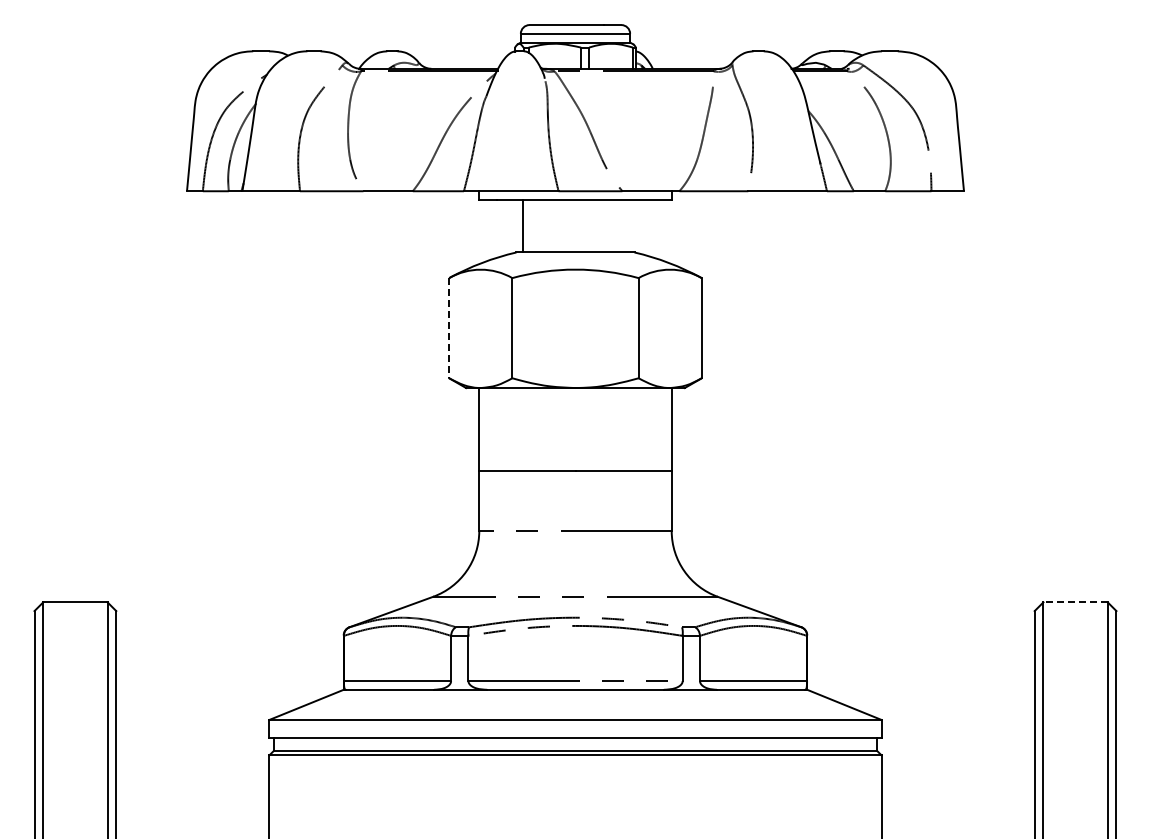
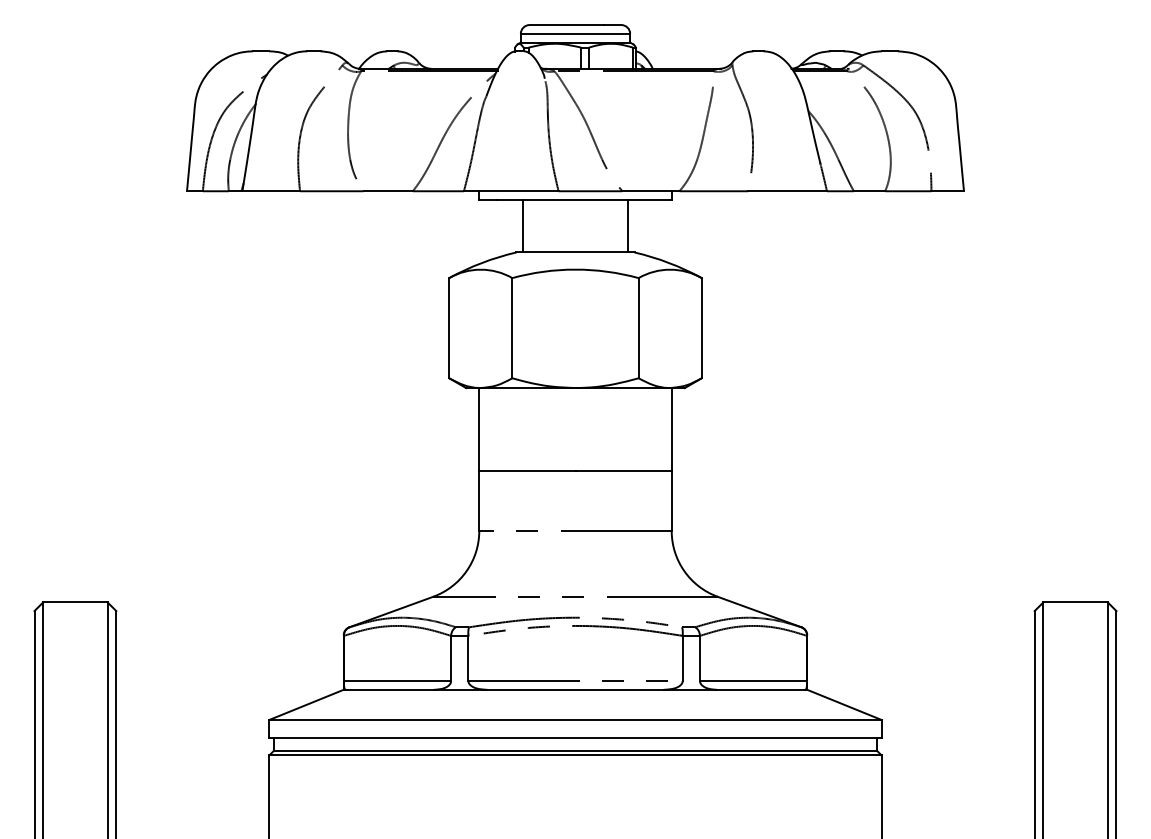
line at (627, 226): none -> present
line at (449, 328): dashed -> solid
line at (1075, 602): dashed -> solid
